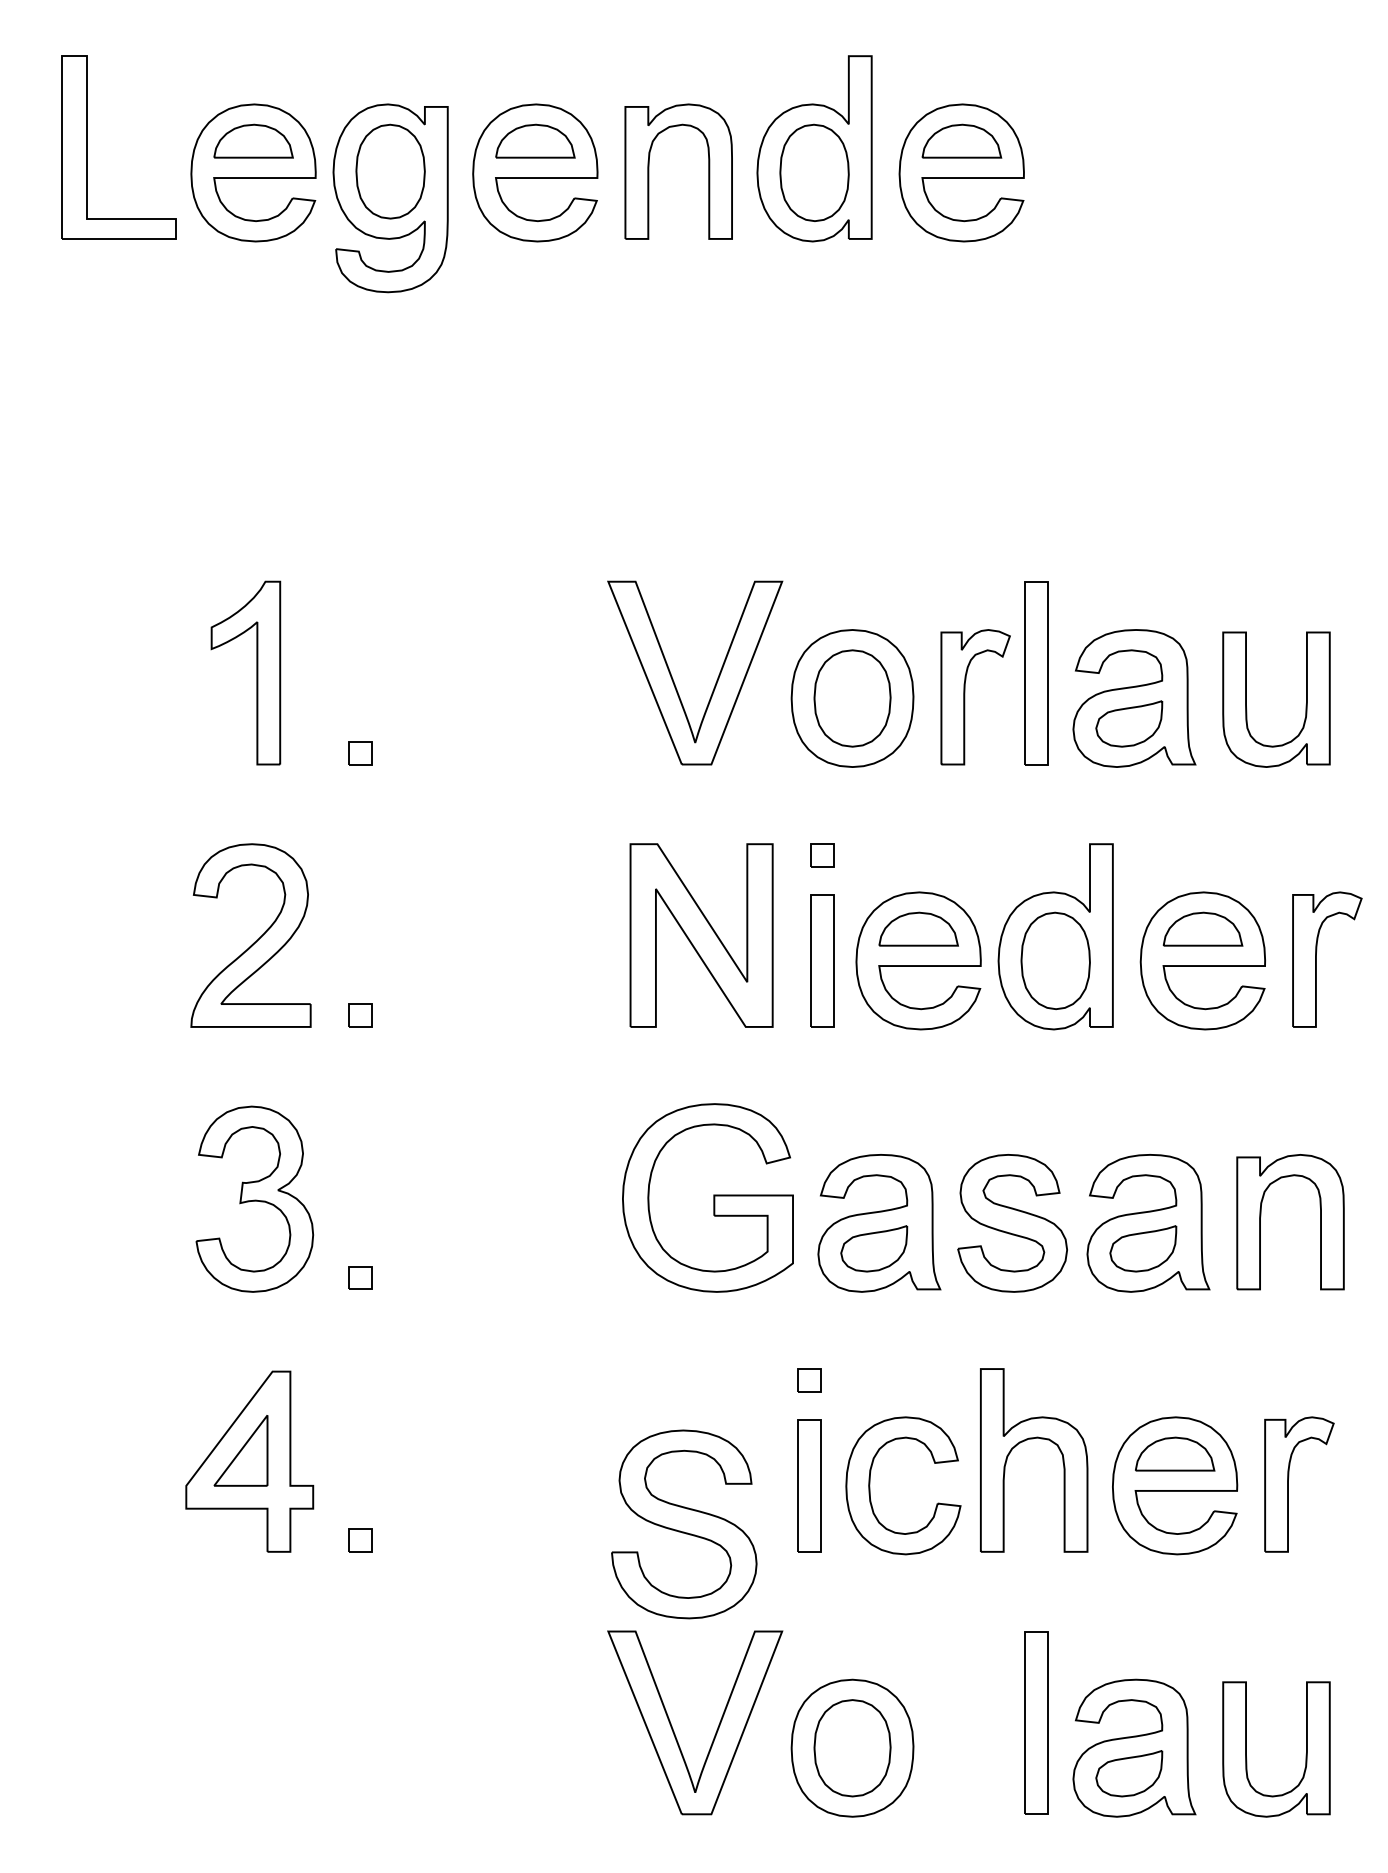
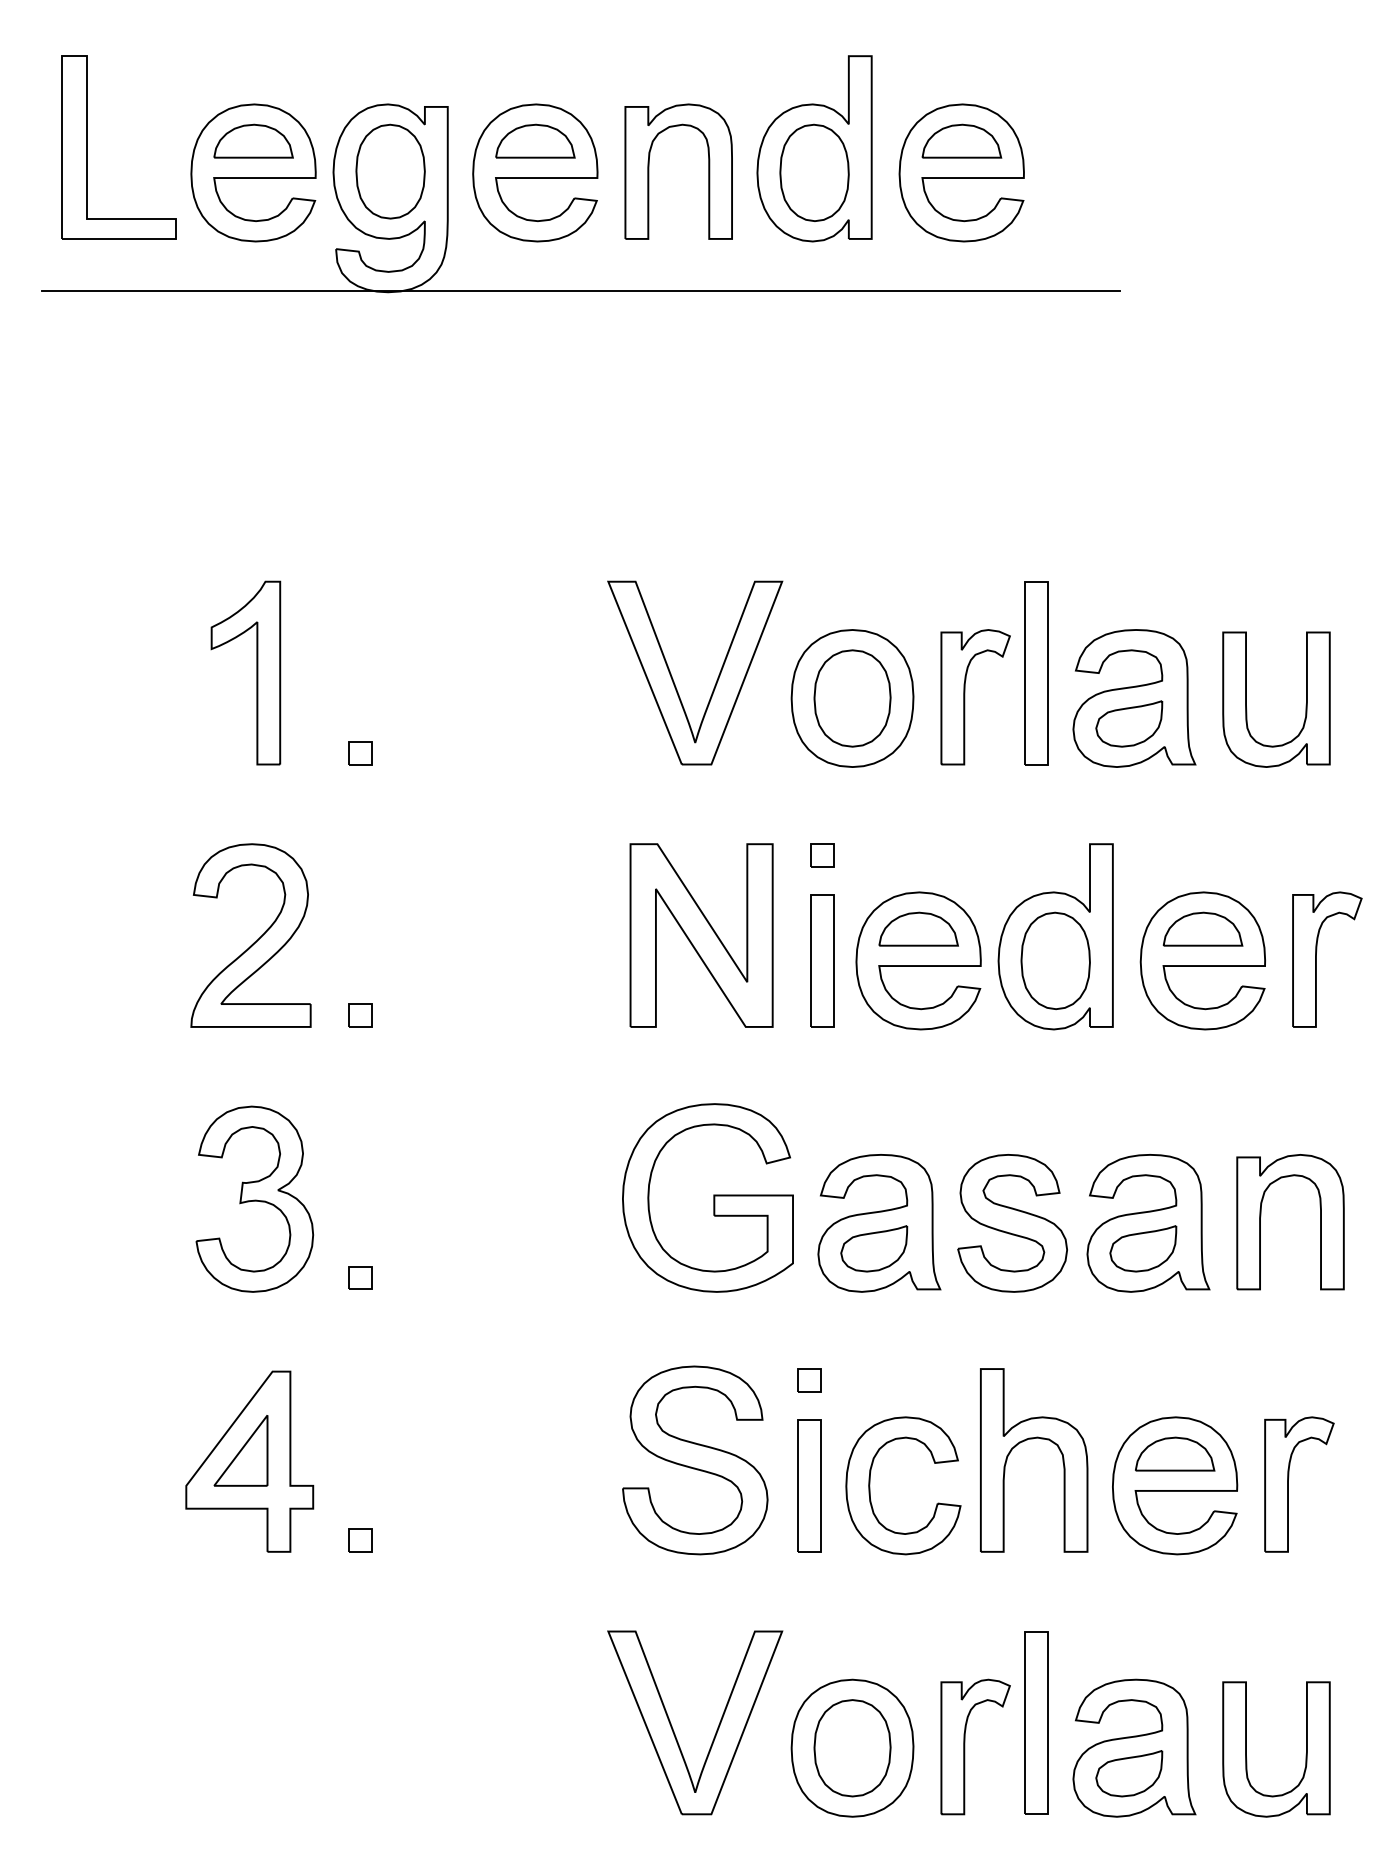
line at (580, 291): none -> present
part at (684, 1524) position: (684, 1524) -> (695, 1460)
part at (965, 1746): none -> present
